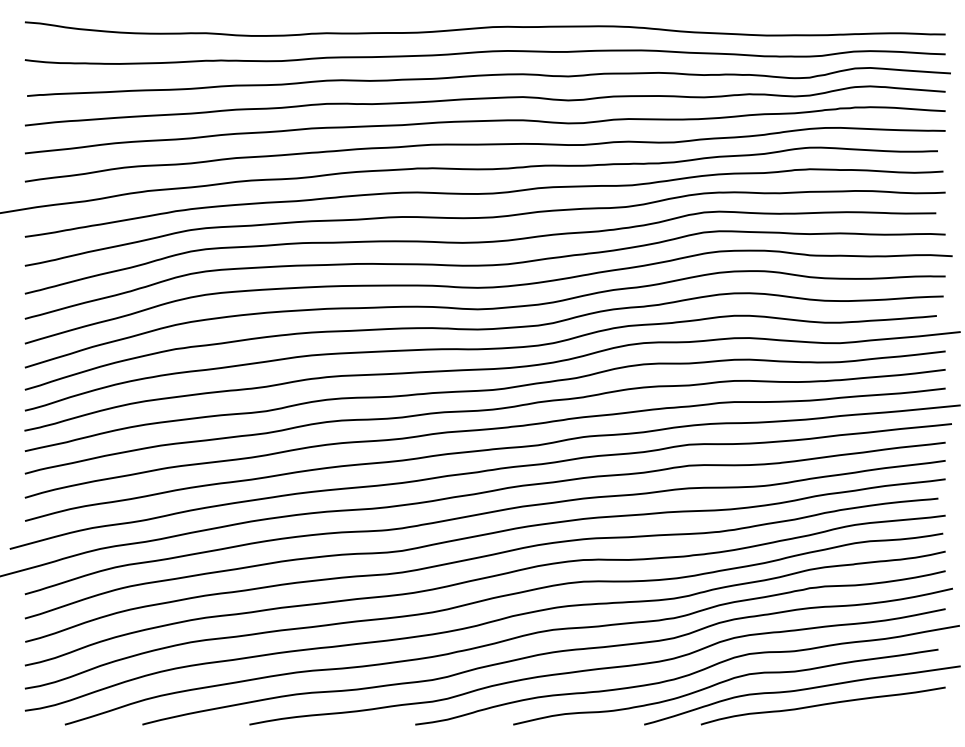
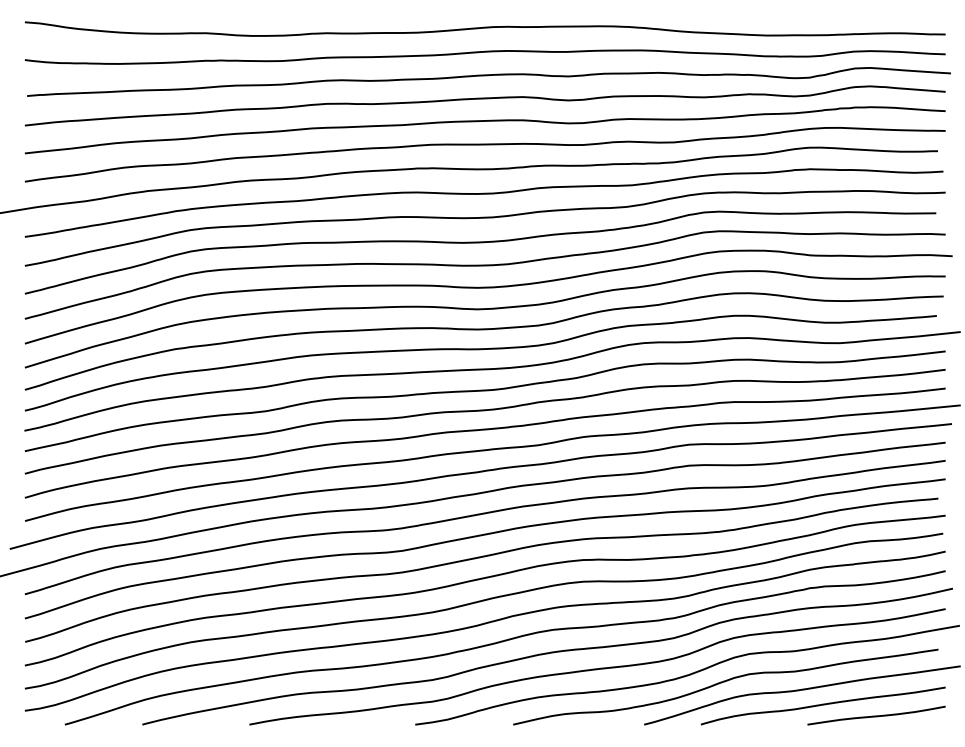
curve at (876, 715): none -> present
